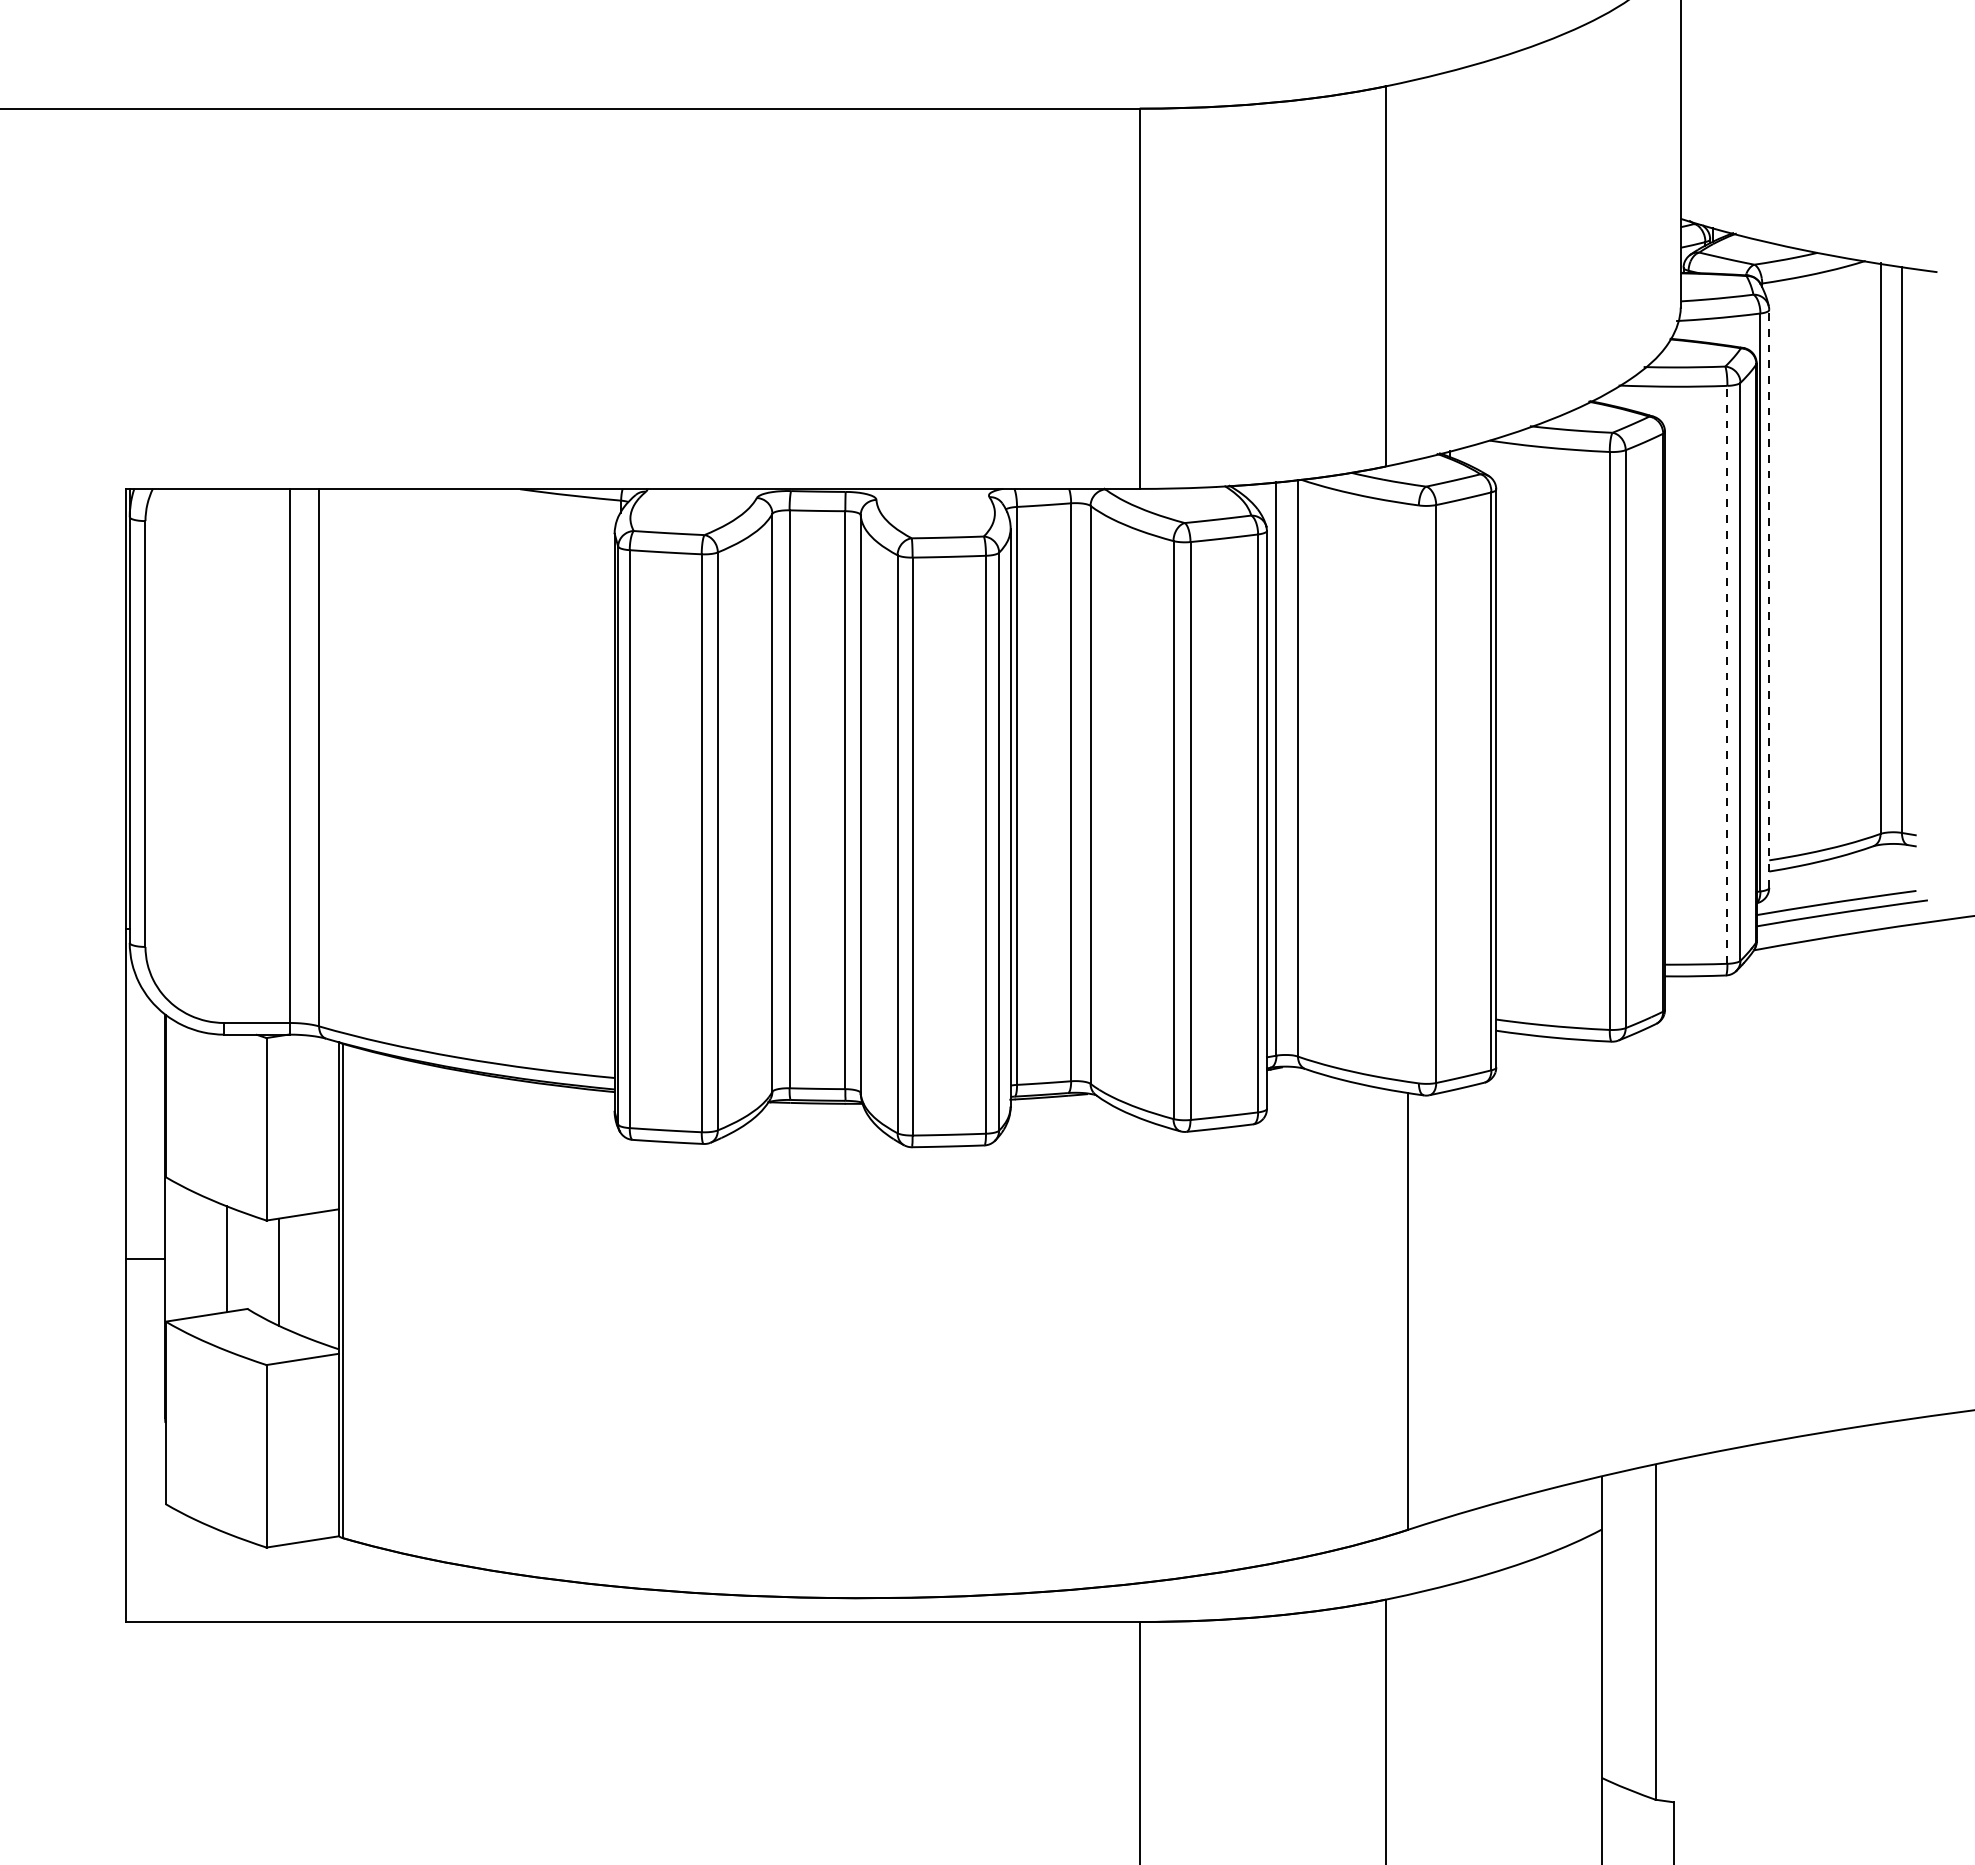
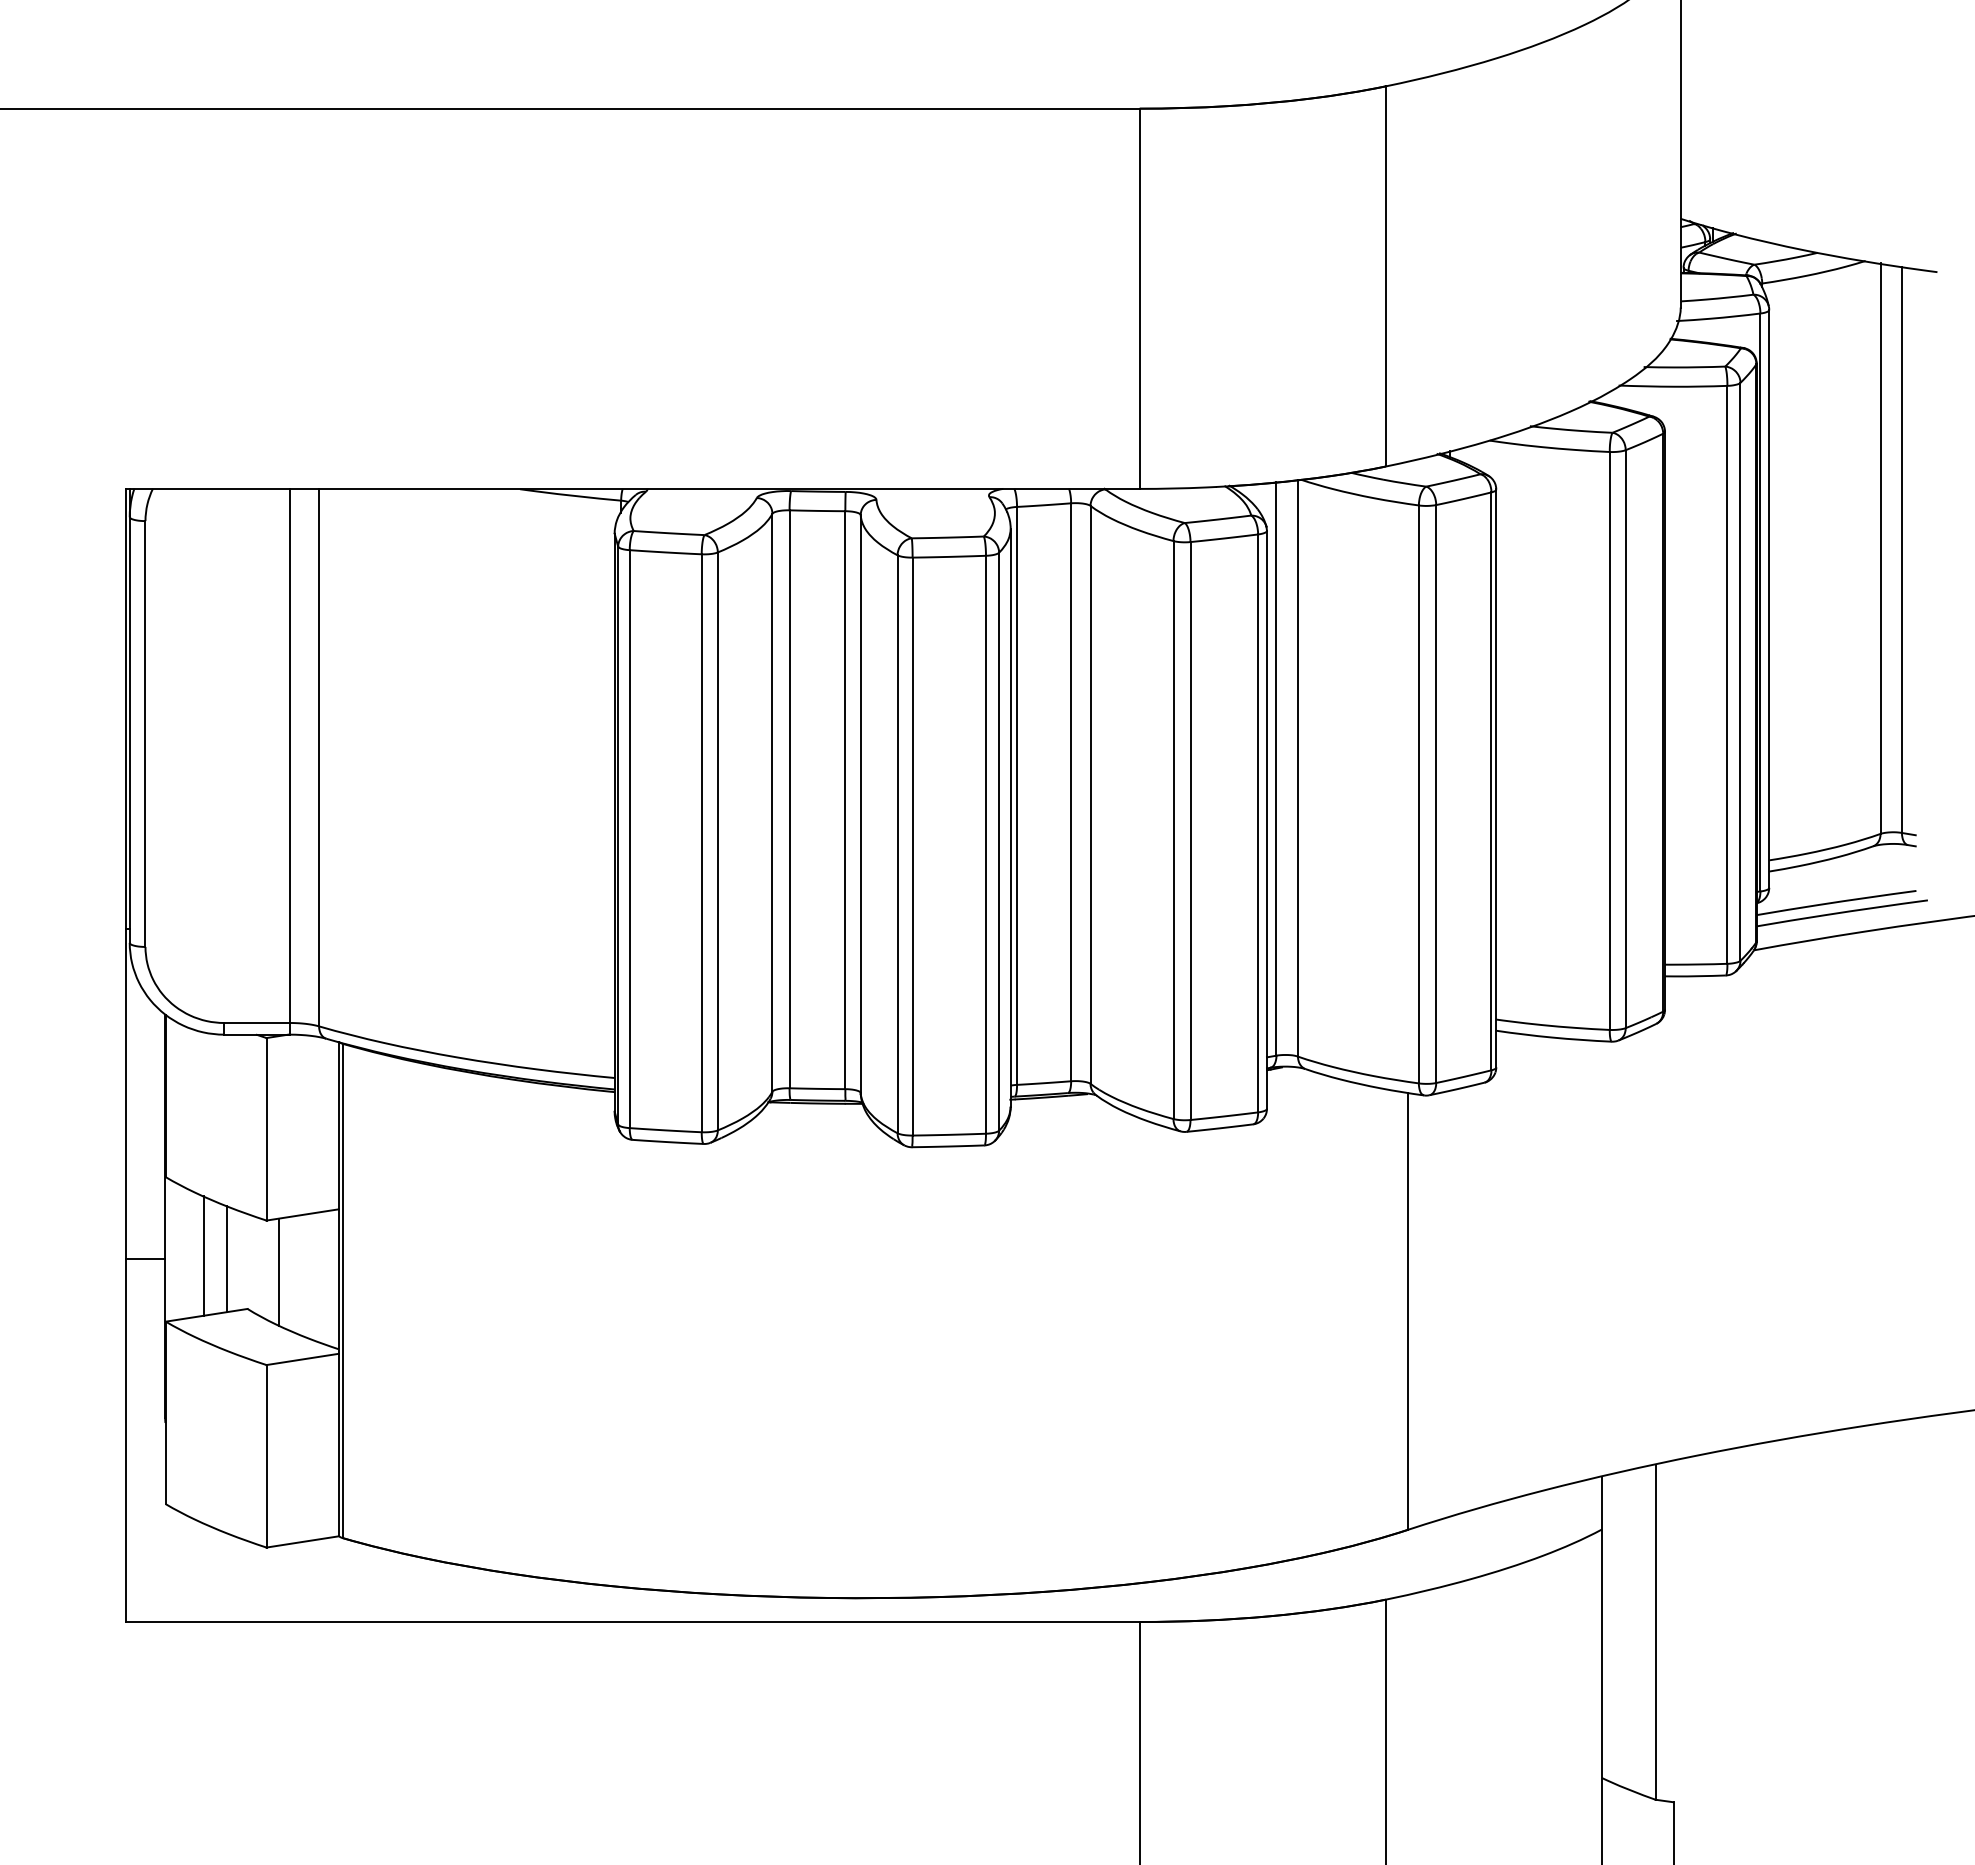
line at (1769, 598): dashed -> solid
line at (1727, 674): dashed -> solid
line at (1418, 794): none -> present
line at (203, 1255): none -> present
